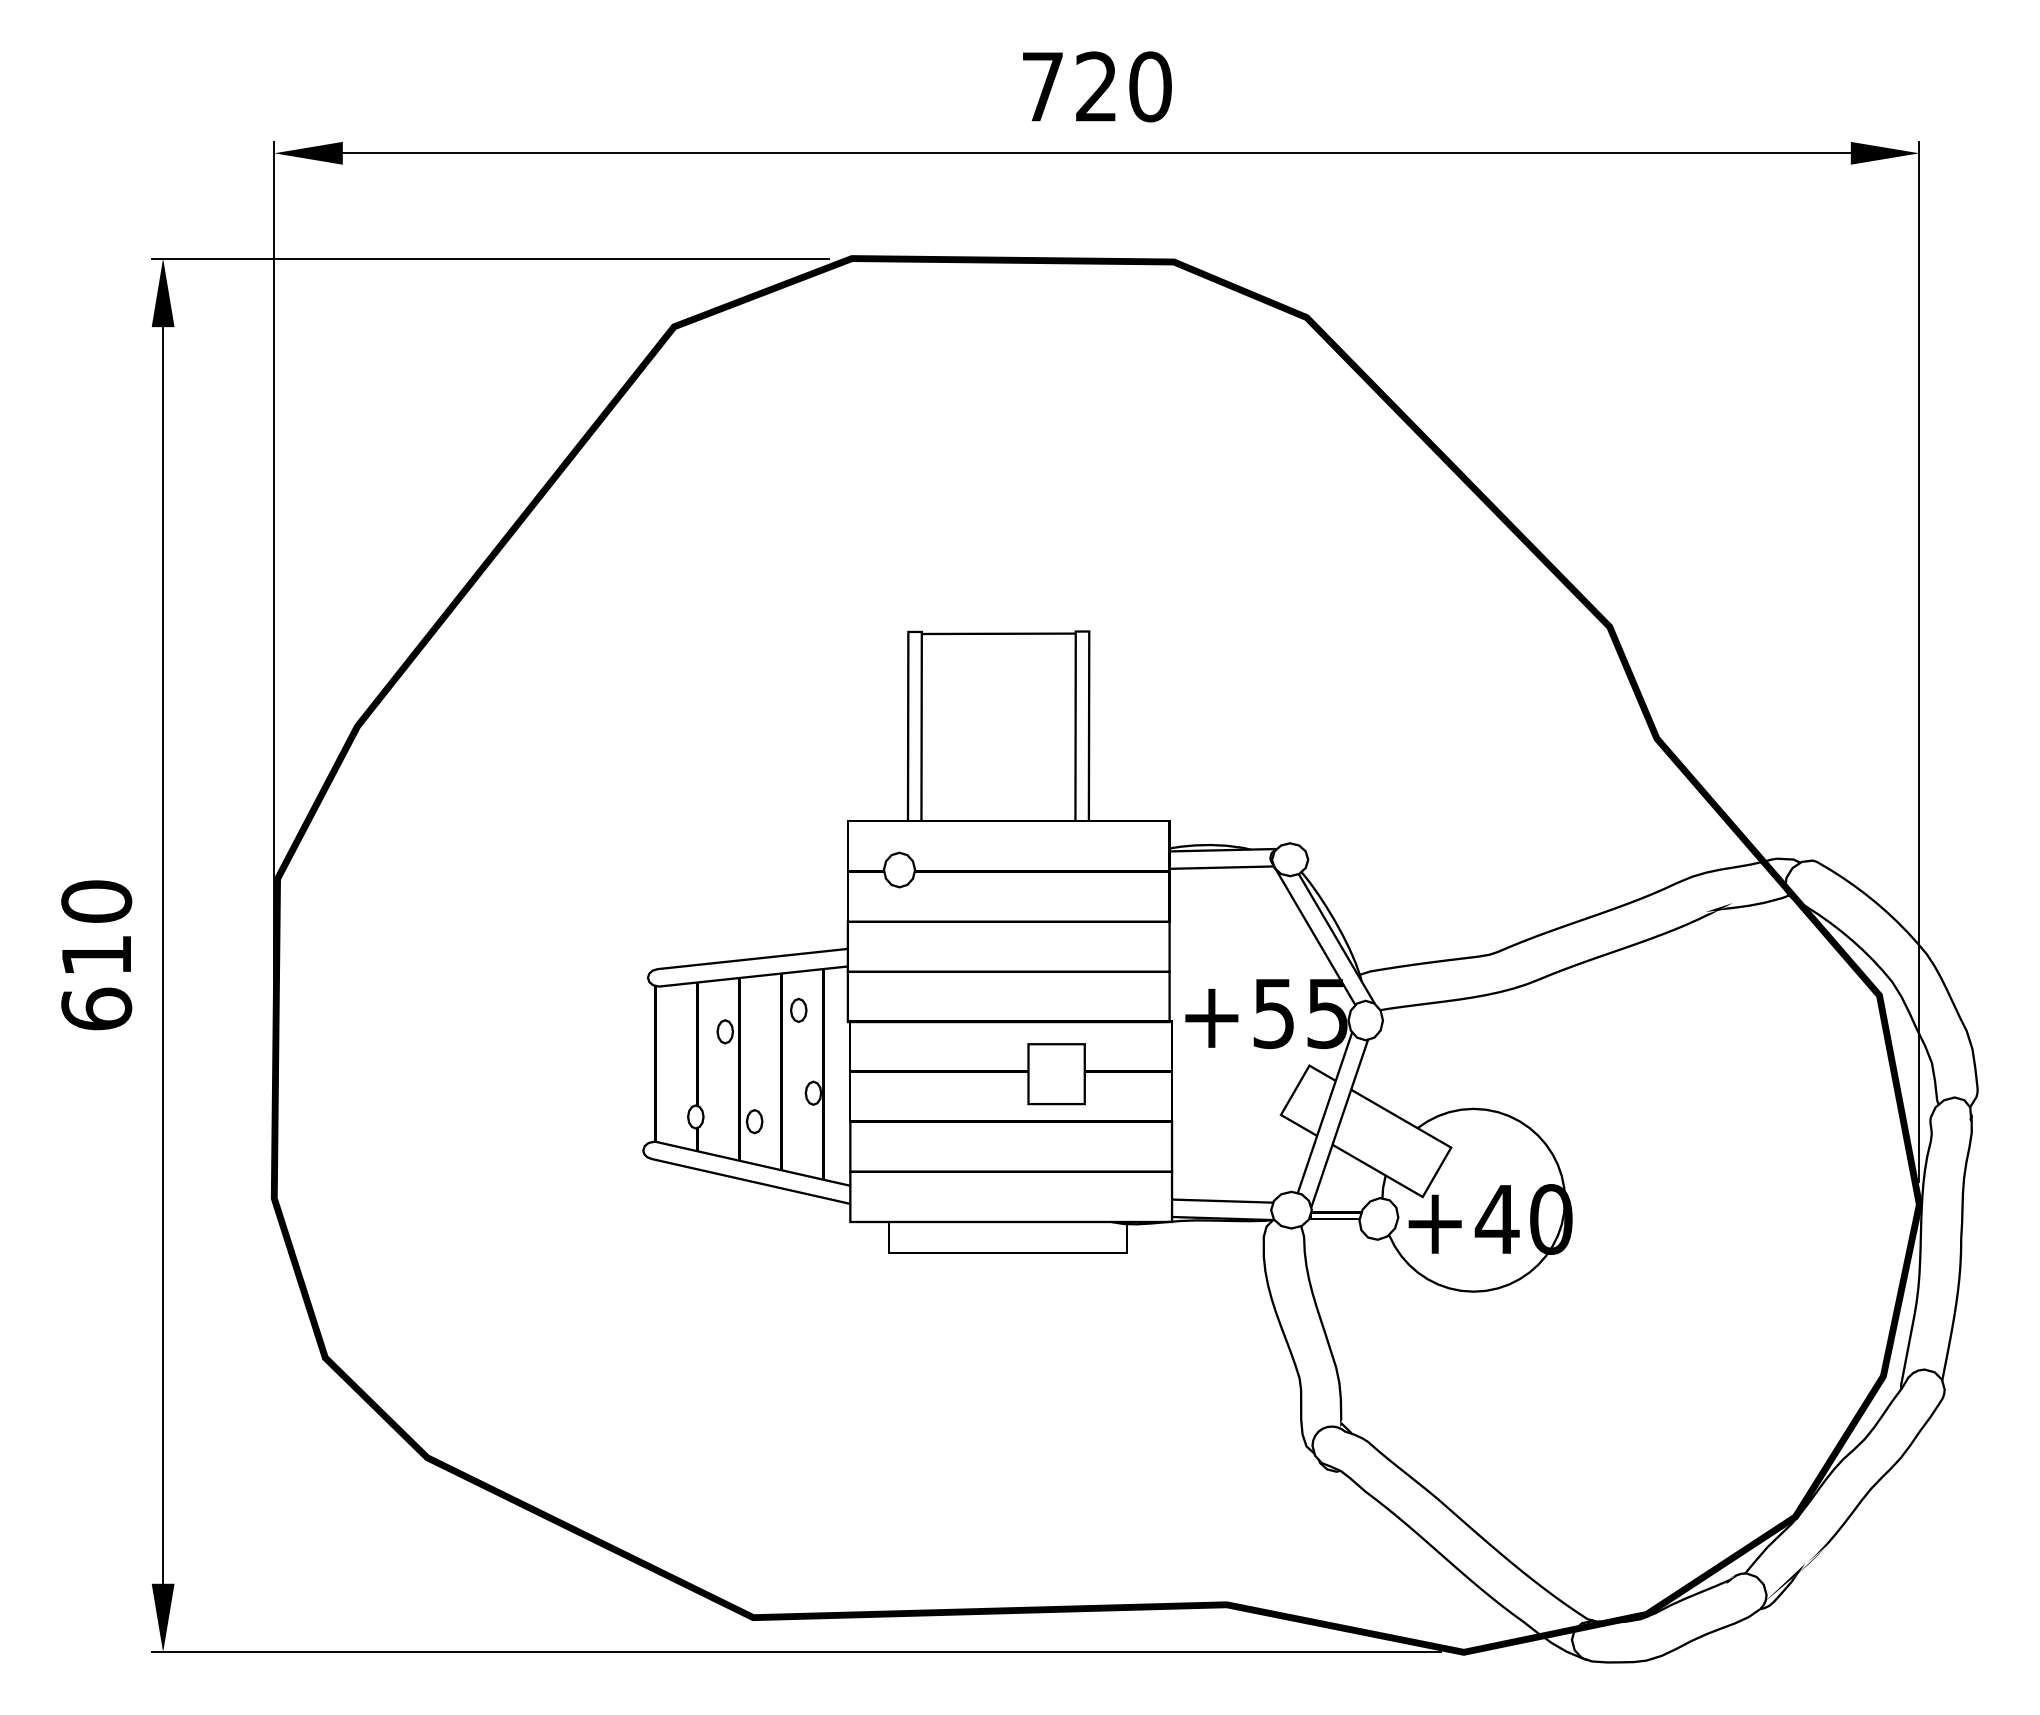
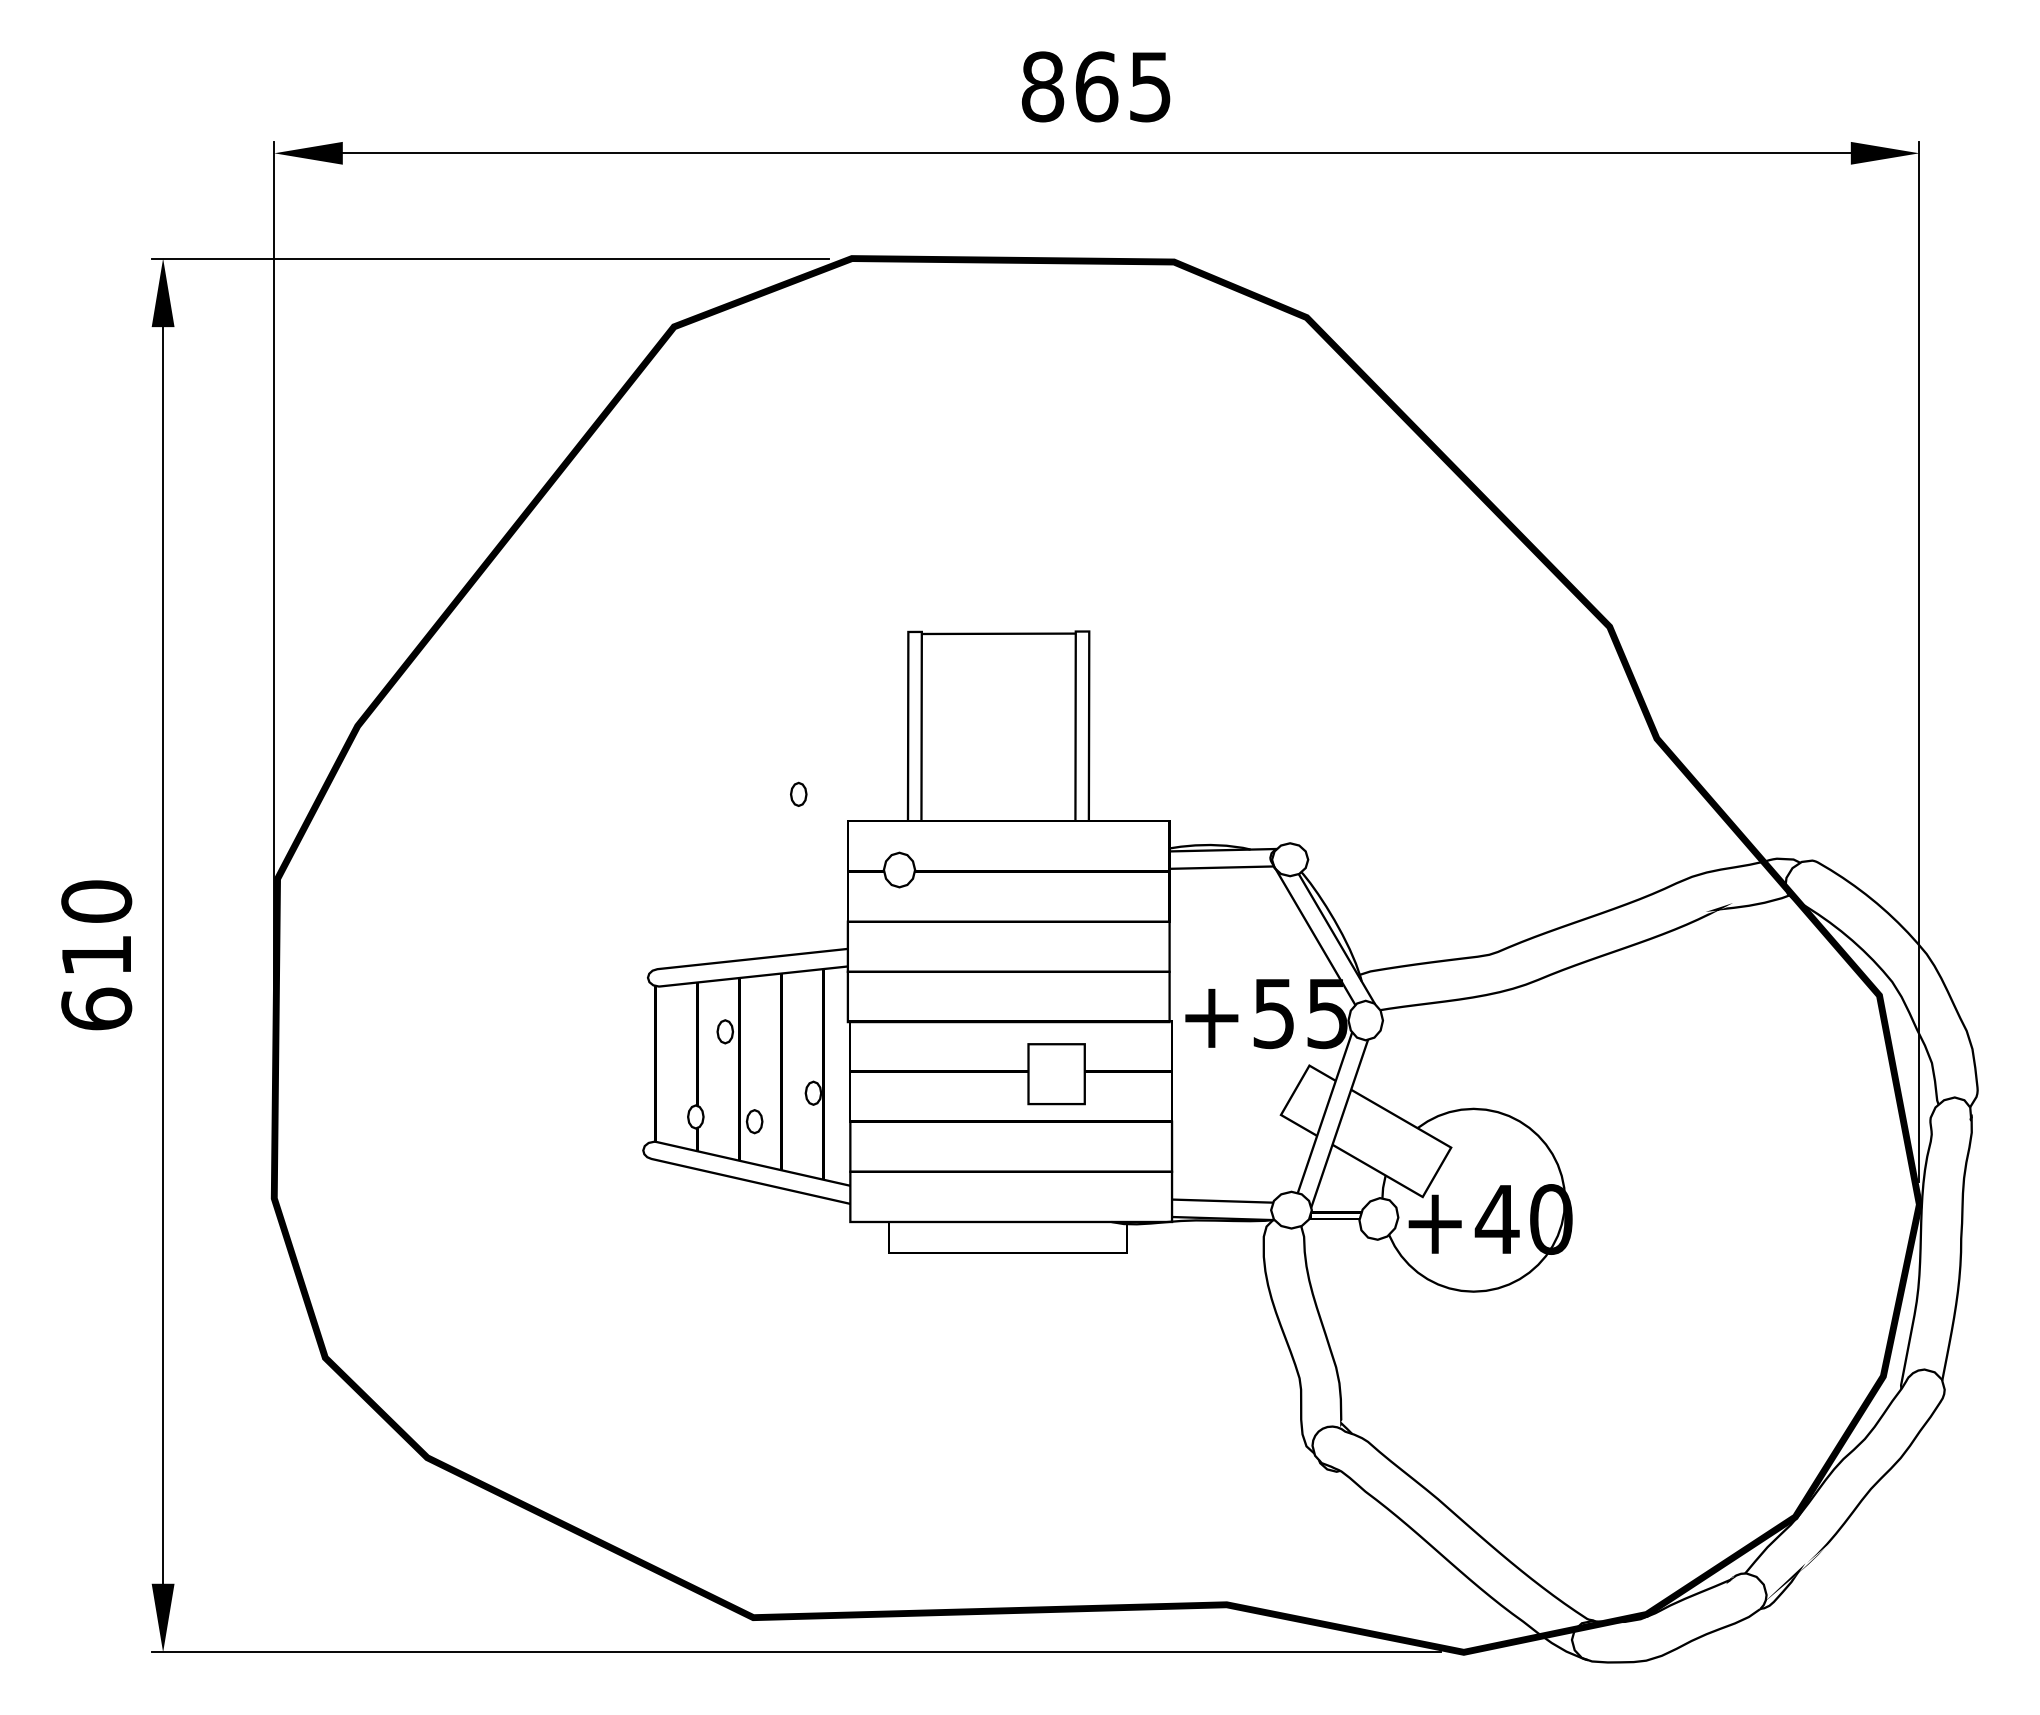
text at (1096, 86): 720 -> 865
part at (798, 1009) position: (798, 1009) -> (798, 793)
